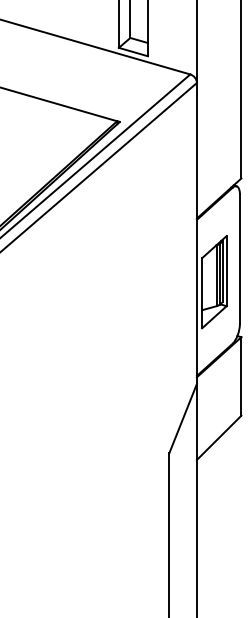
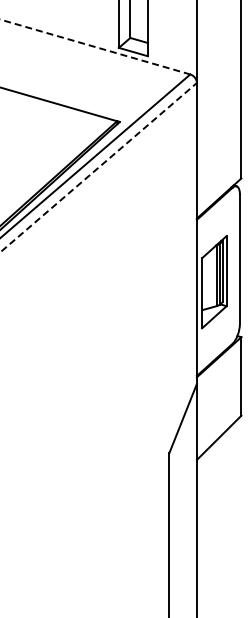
line at (95, 47): solid -> dashed
line at (98, 167): solid -> dashed
